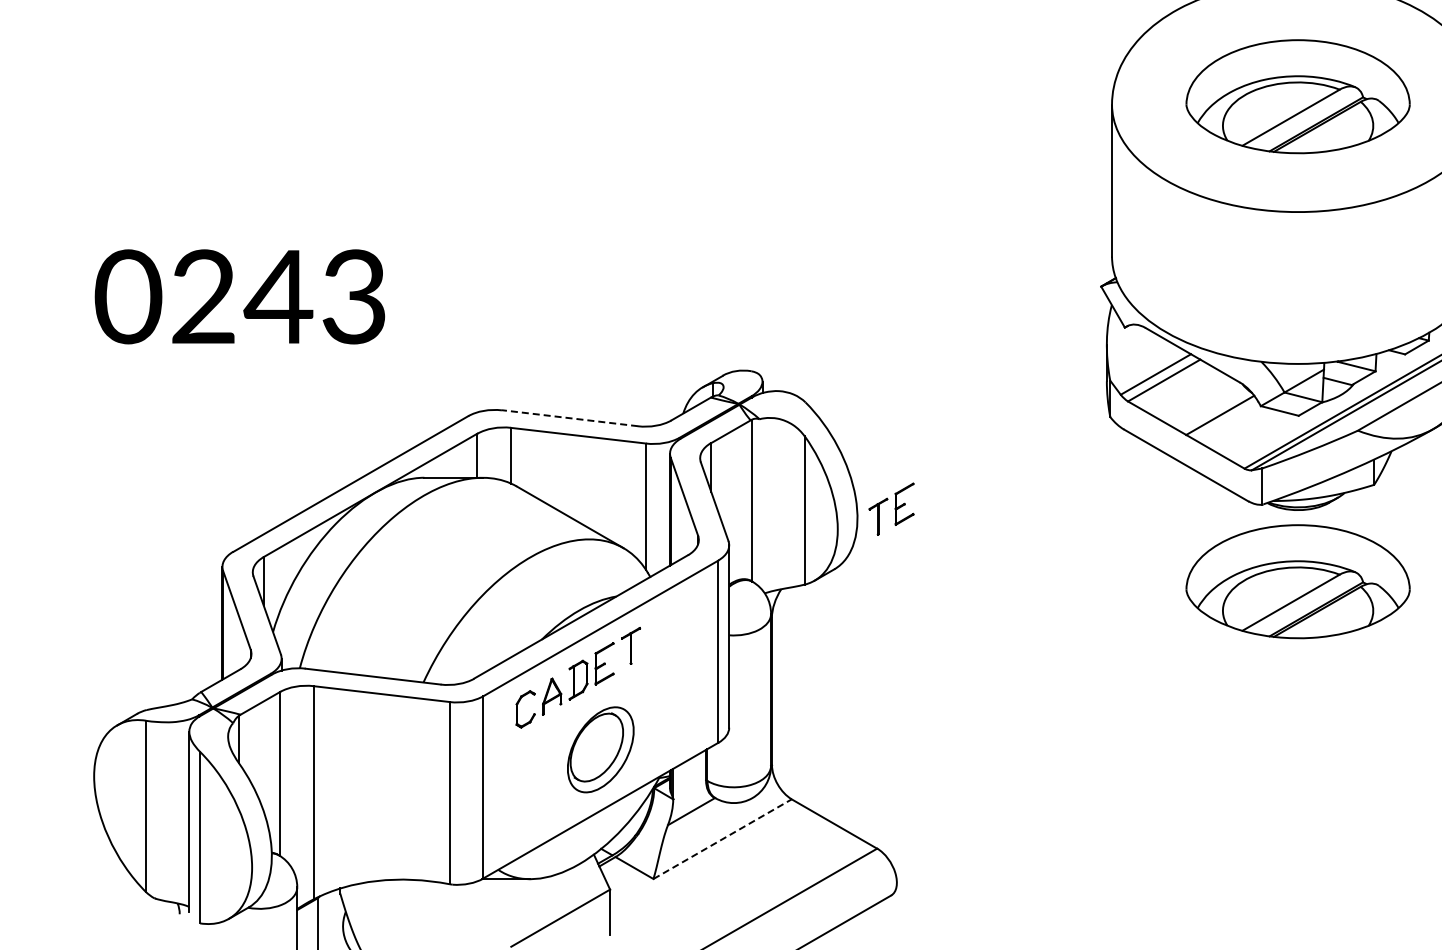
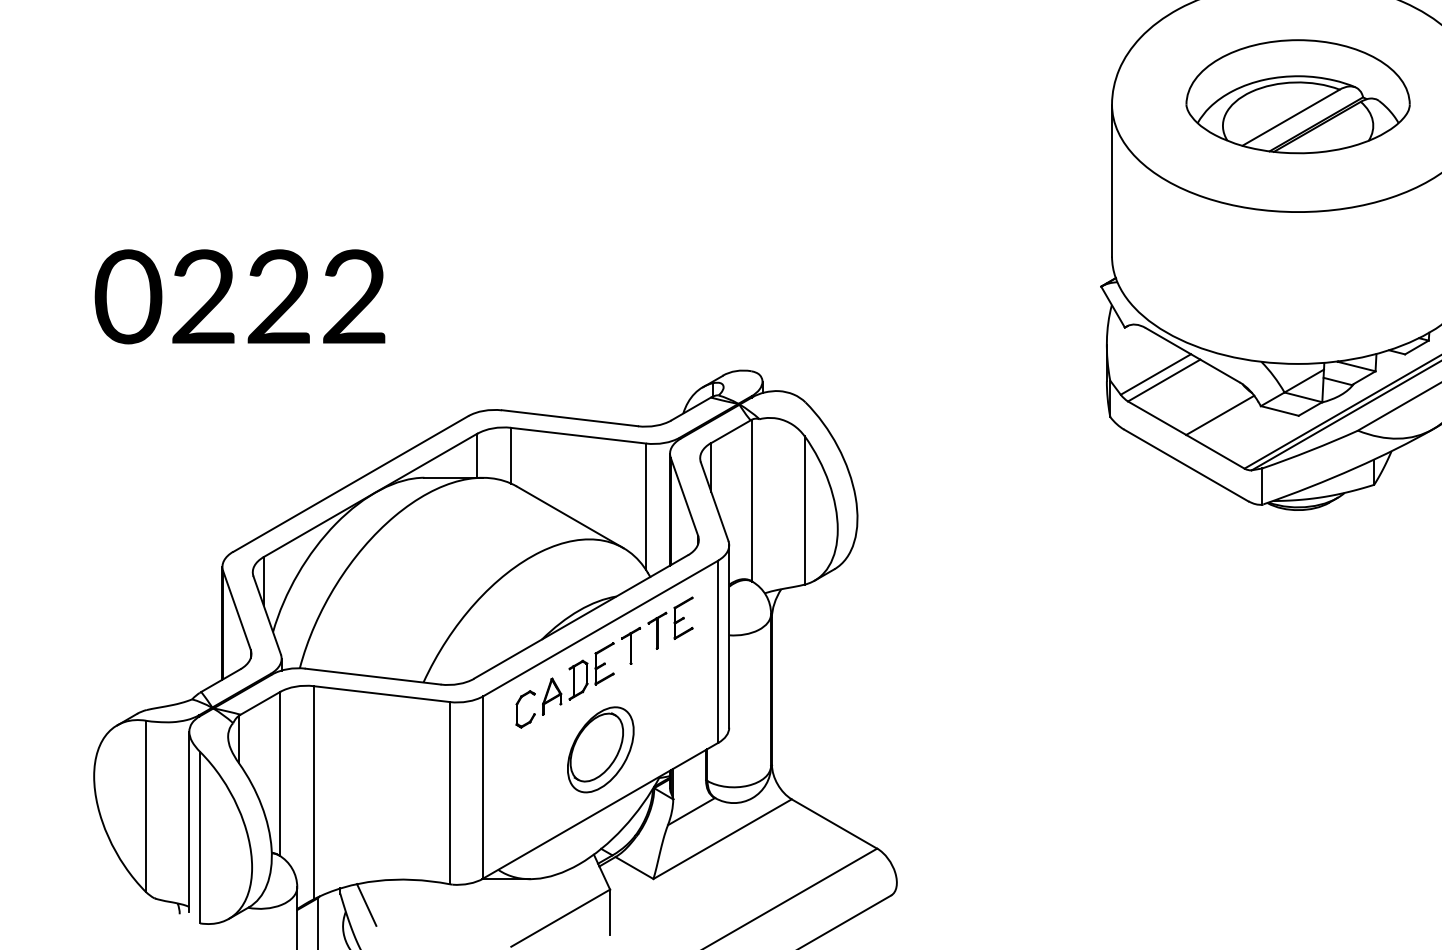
text at (314, 296): 0243 -> 0222
line at (569, 418): dashed -> solid
part at (891, 508) position: (891, 508) -> (670, 622)
part at (1297, 581): present -> none
line at (722, 839): dashed -> solid
line at (366, 904): none -> present
